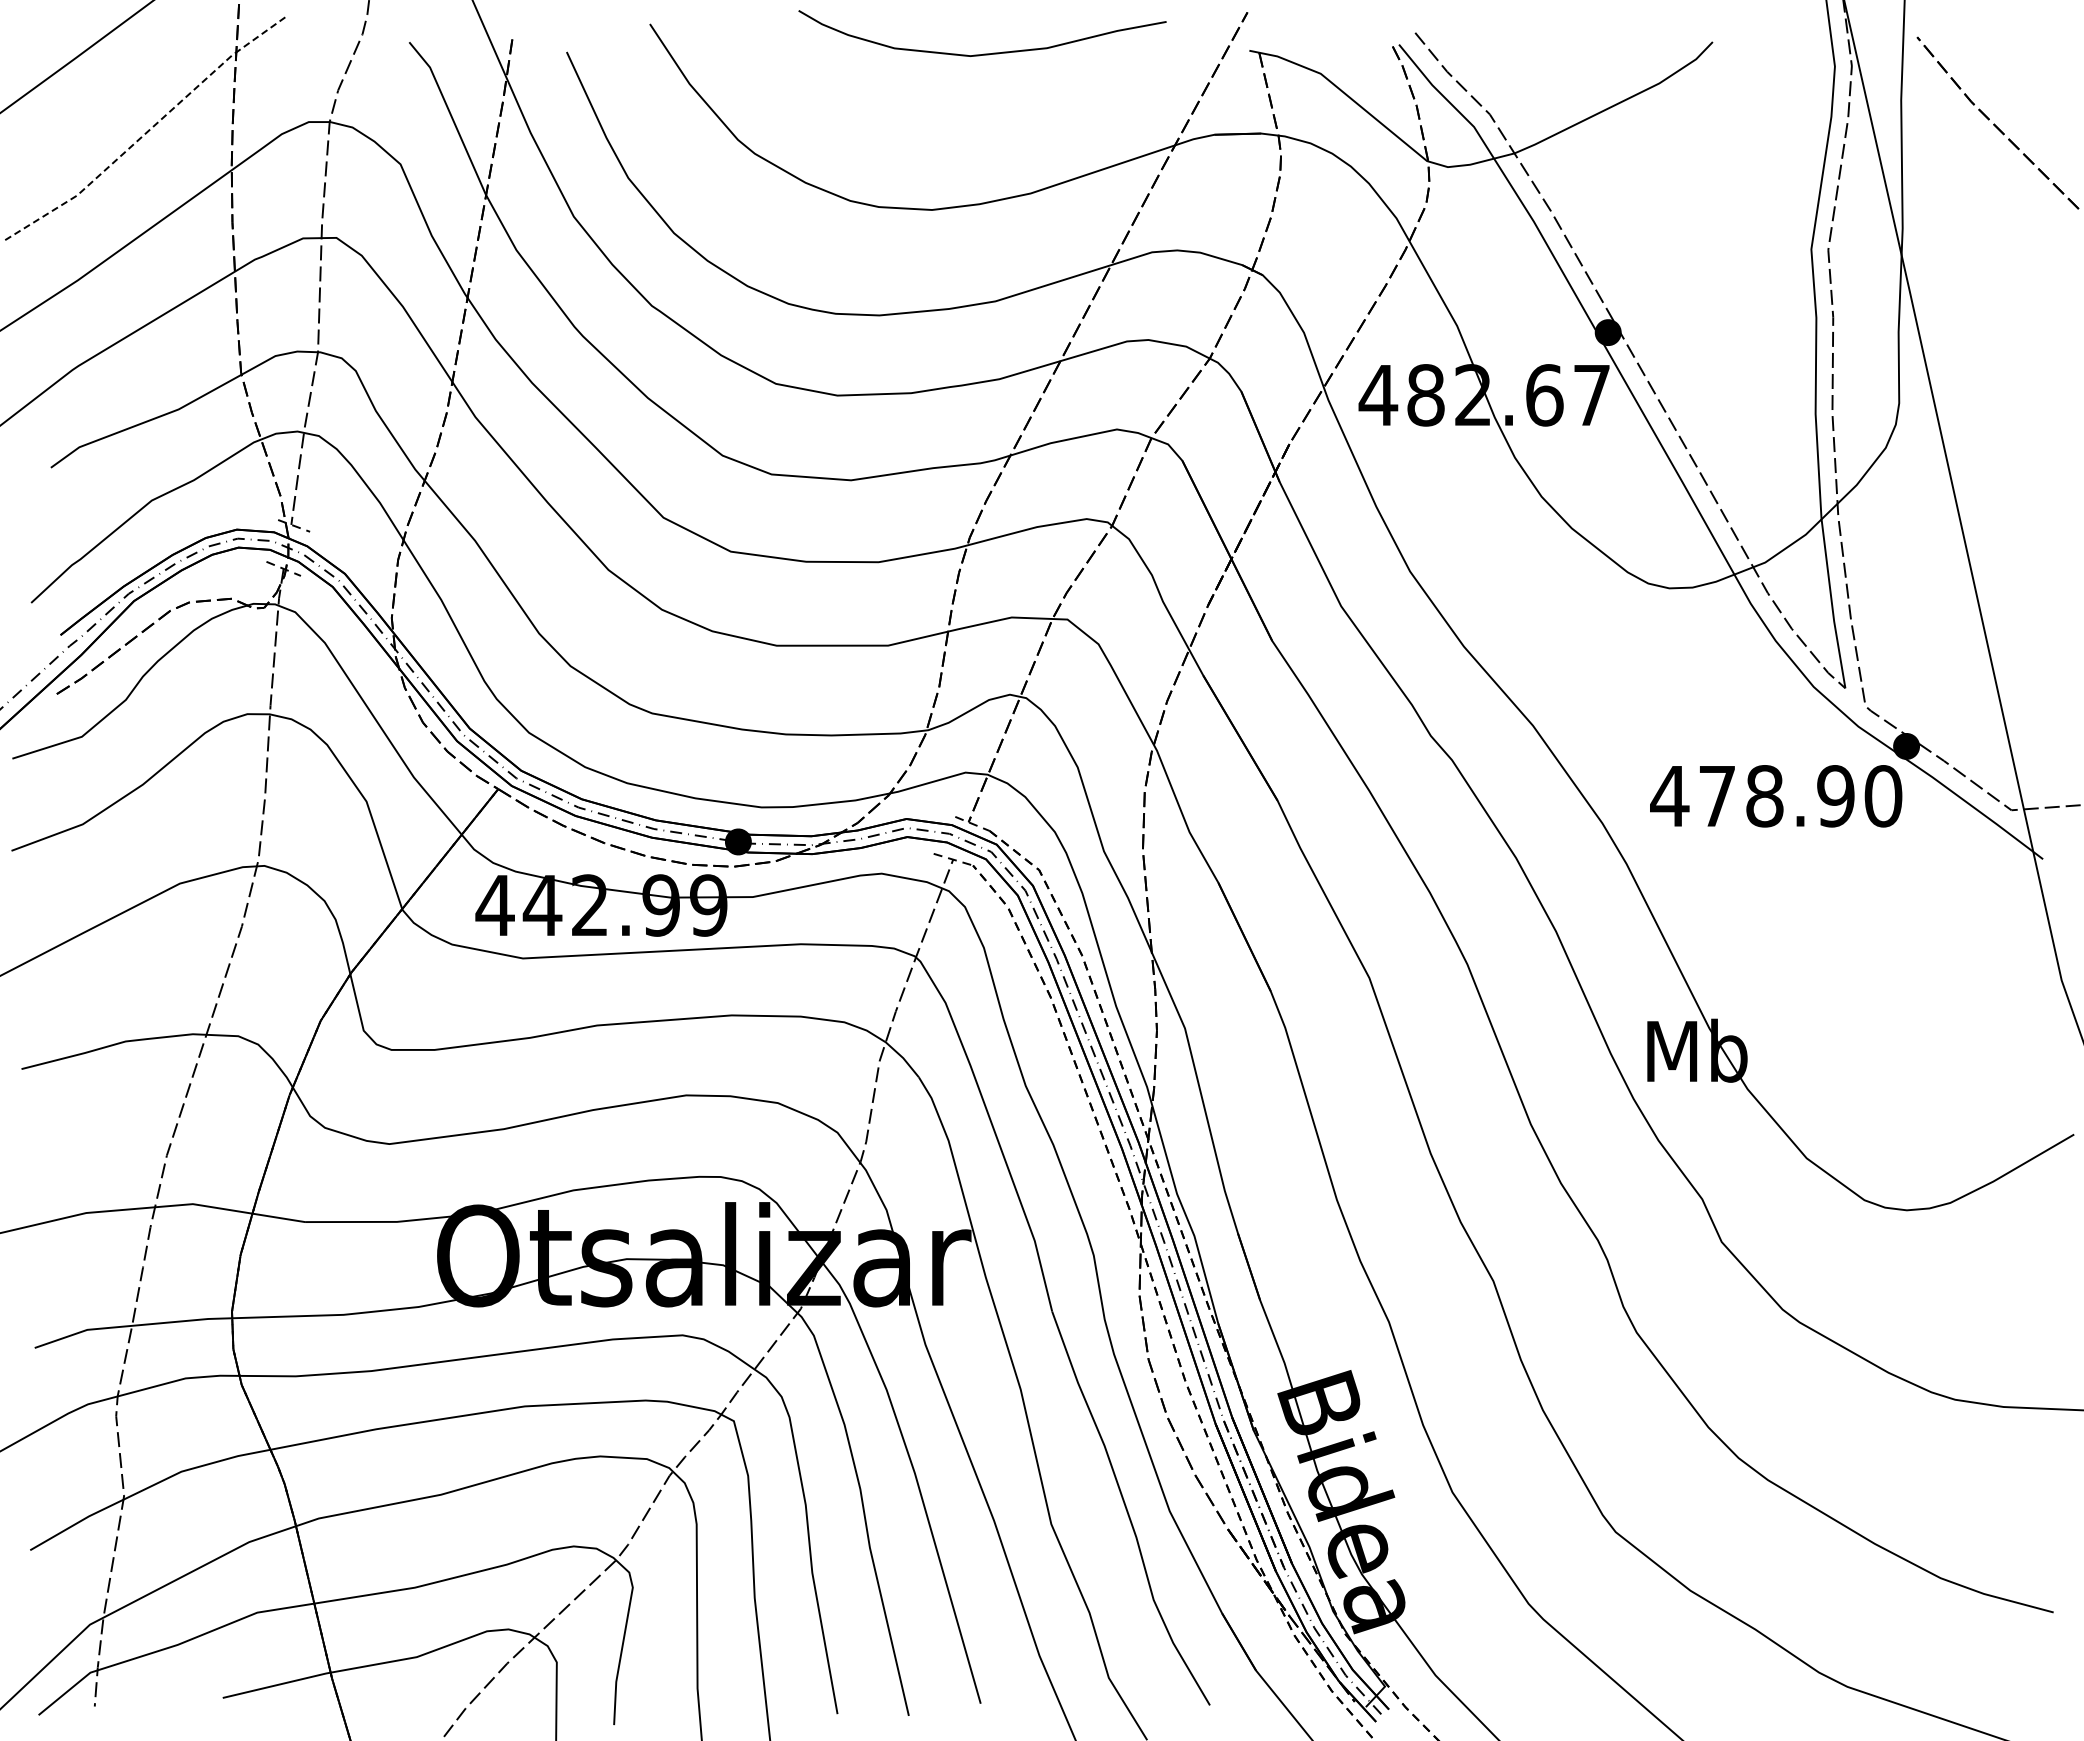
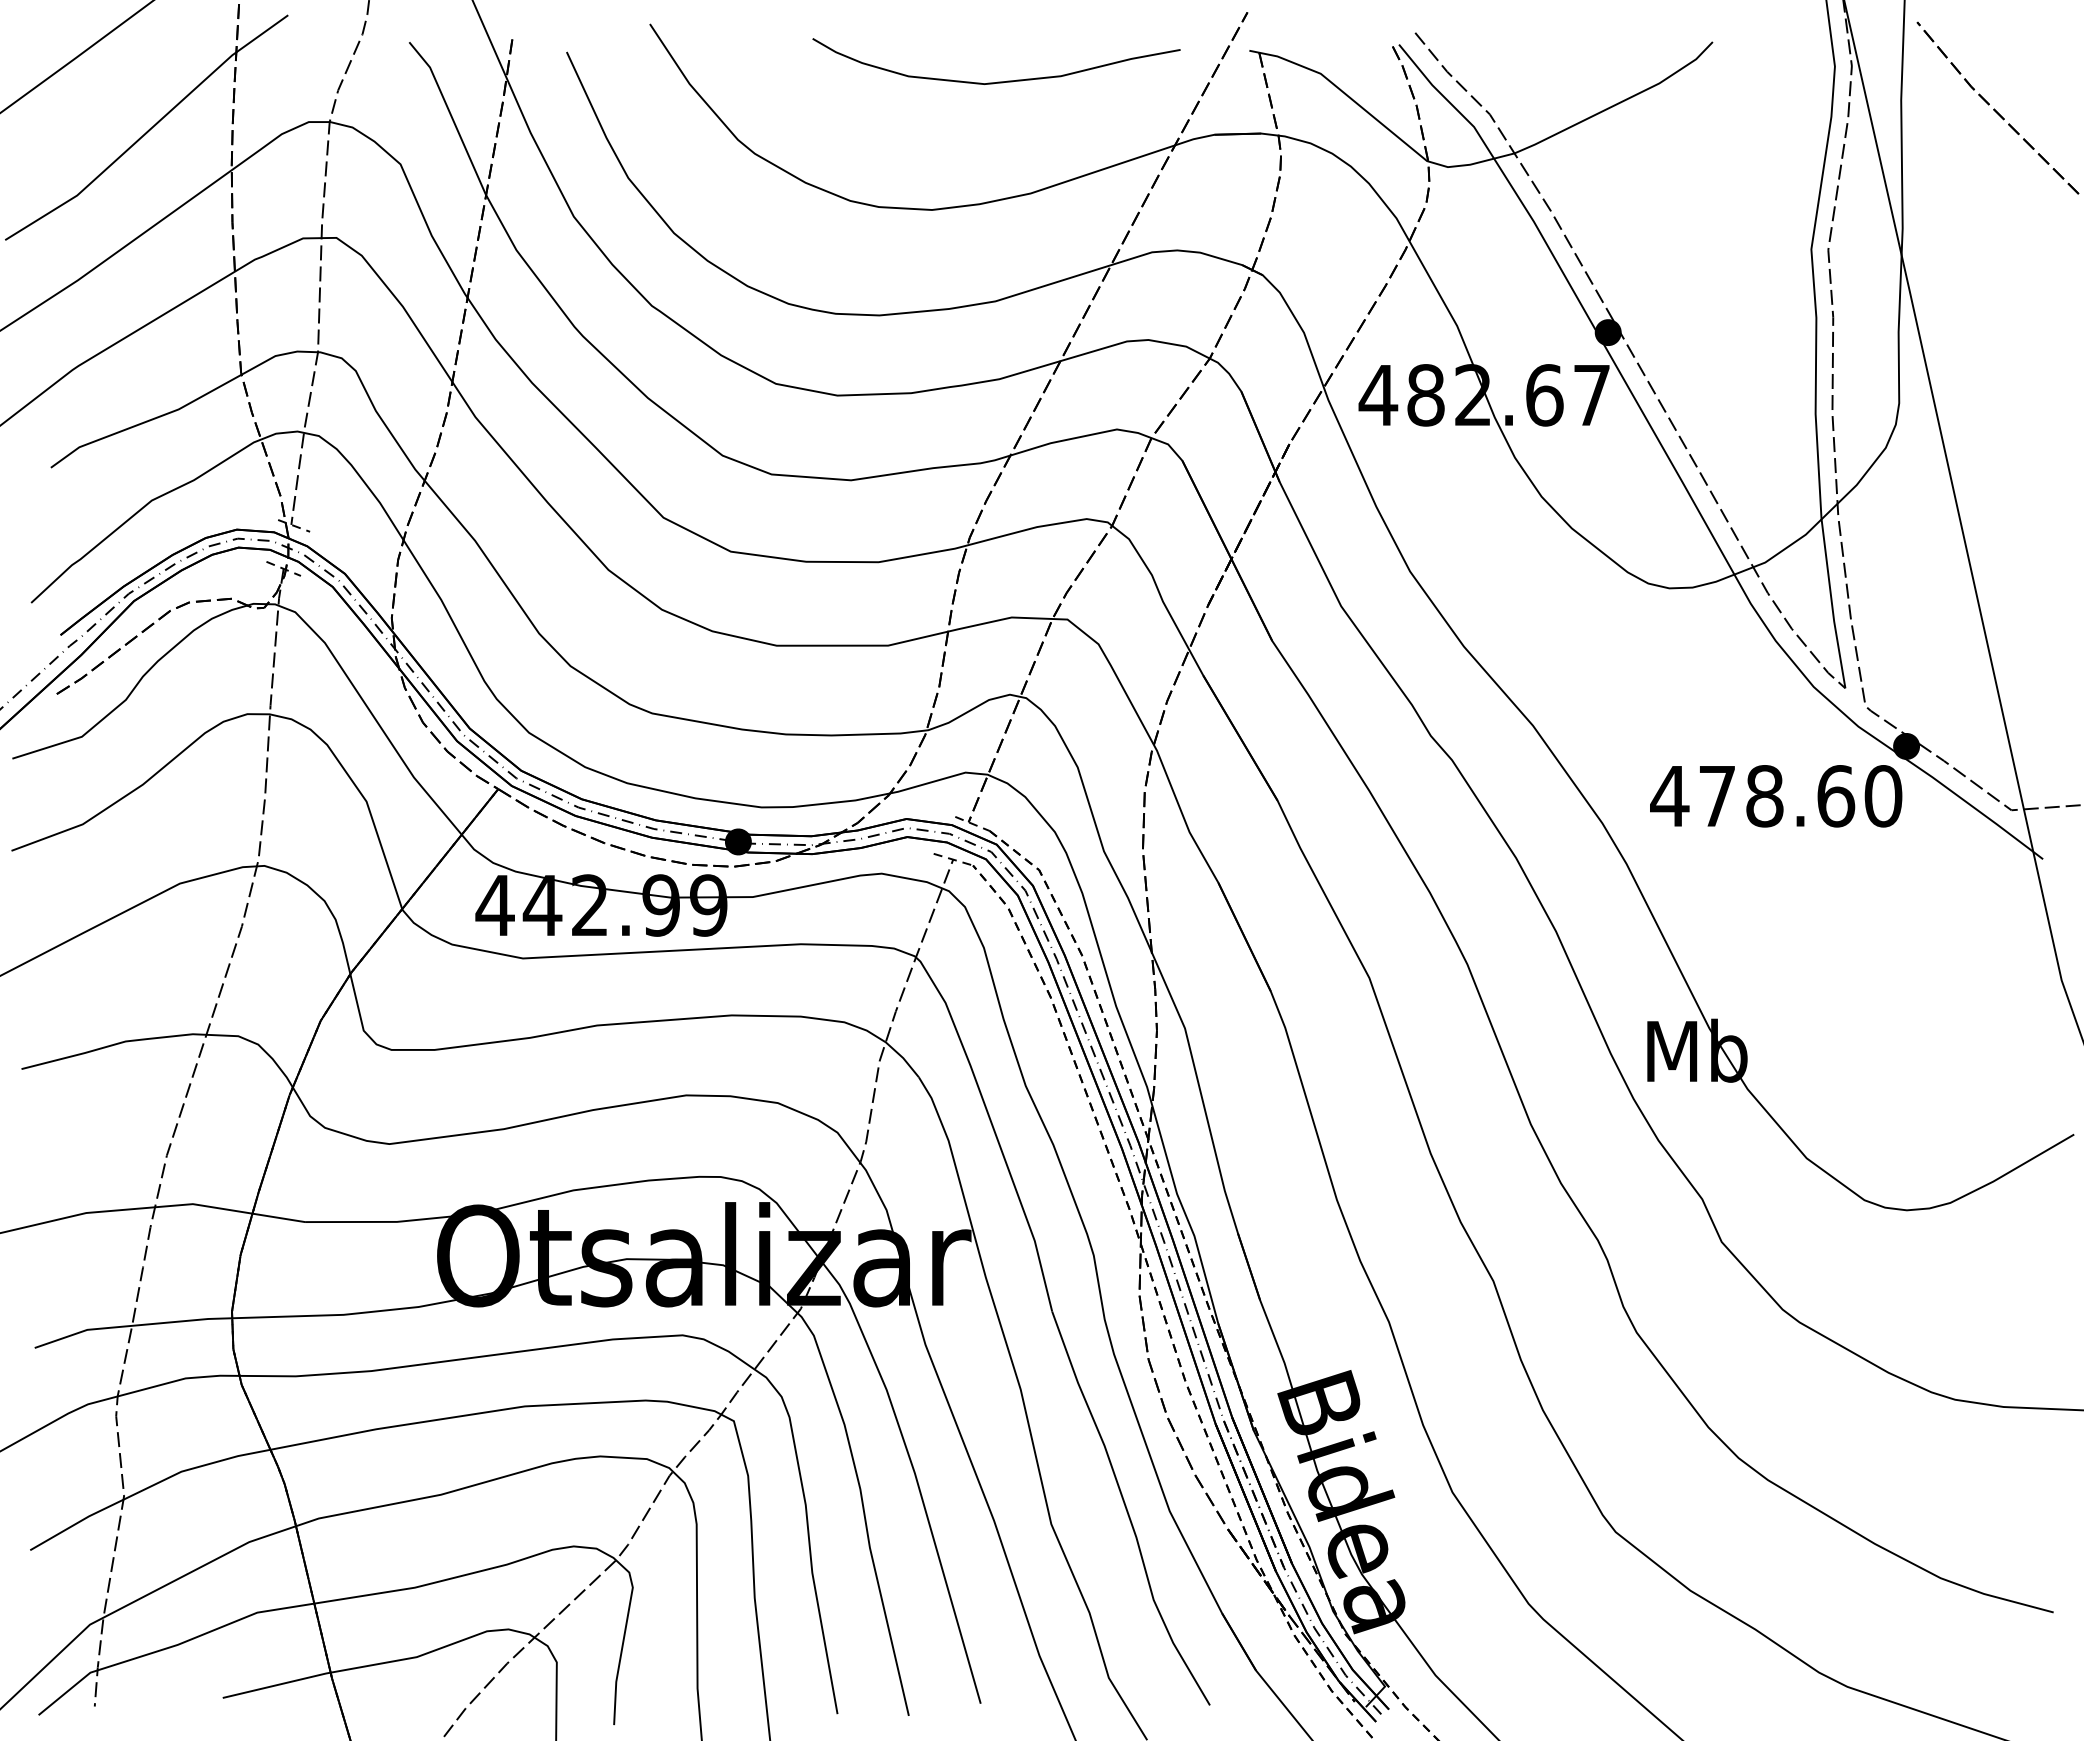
curve at (983, 53) position: (983, 53) -> (997, 81)
part at (1997, 122) position: (1997, 122) -> (1997, 107)
line at (148, 130): dashed -> solid
text at (1836, 796): 478.90 -> 478.60
